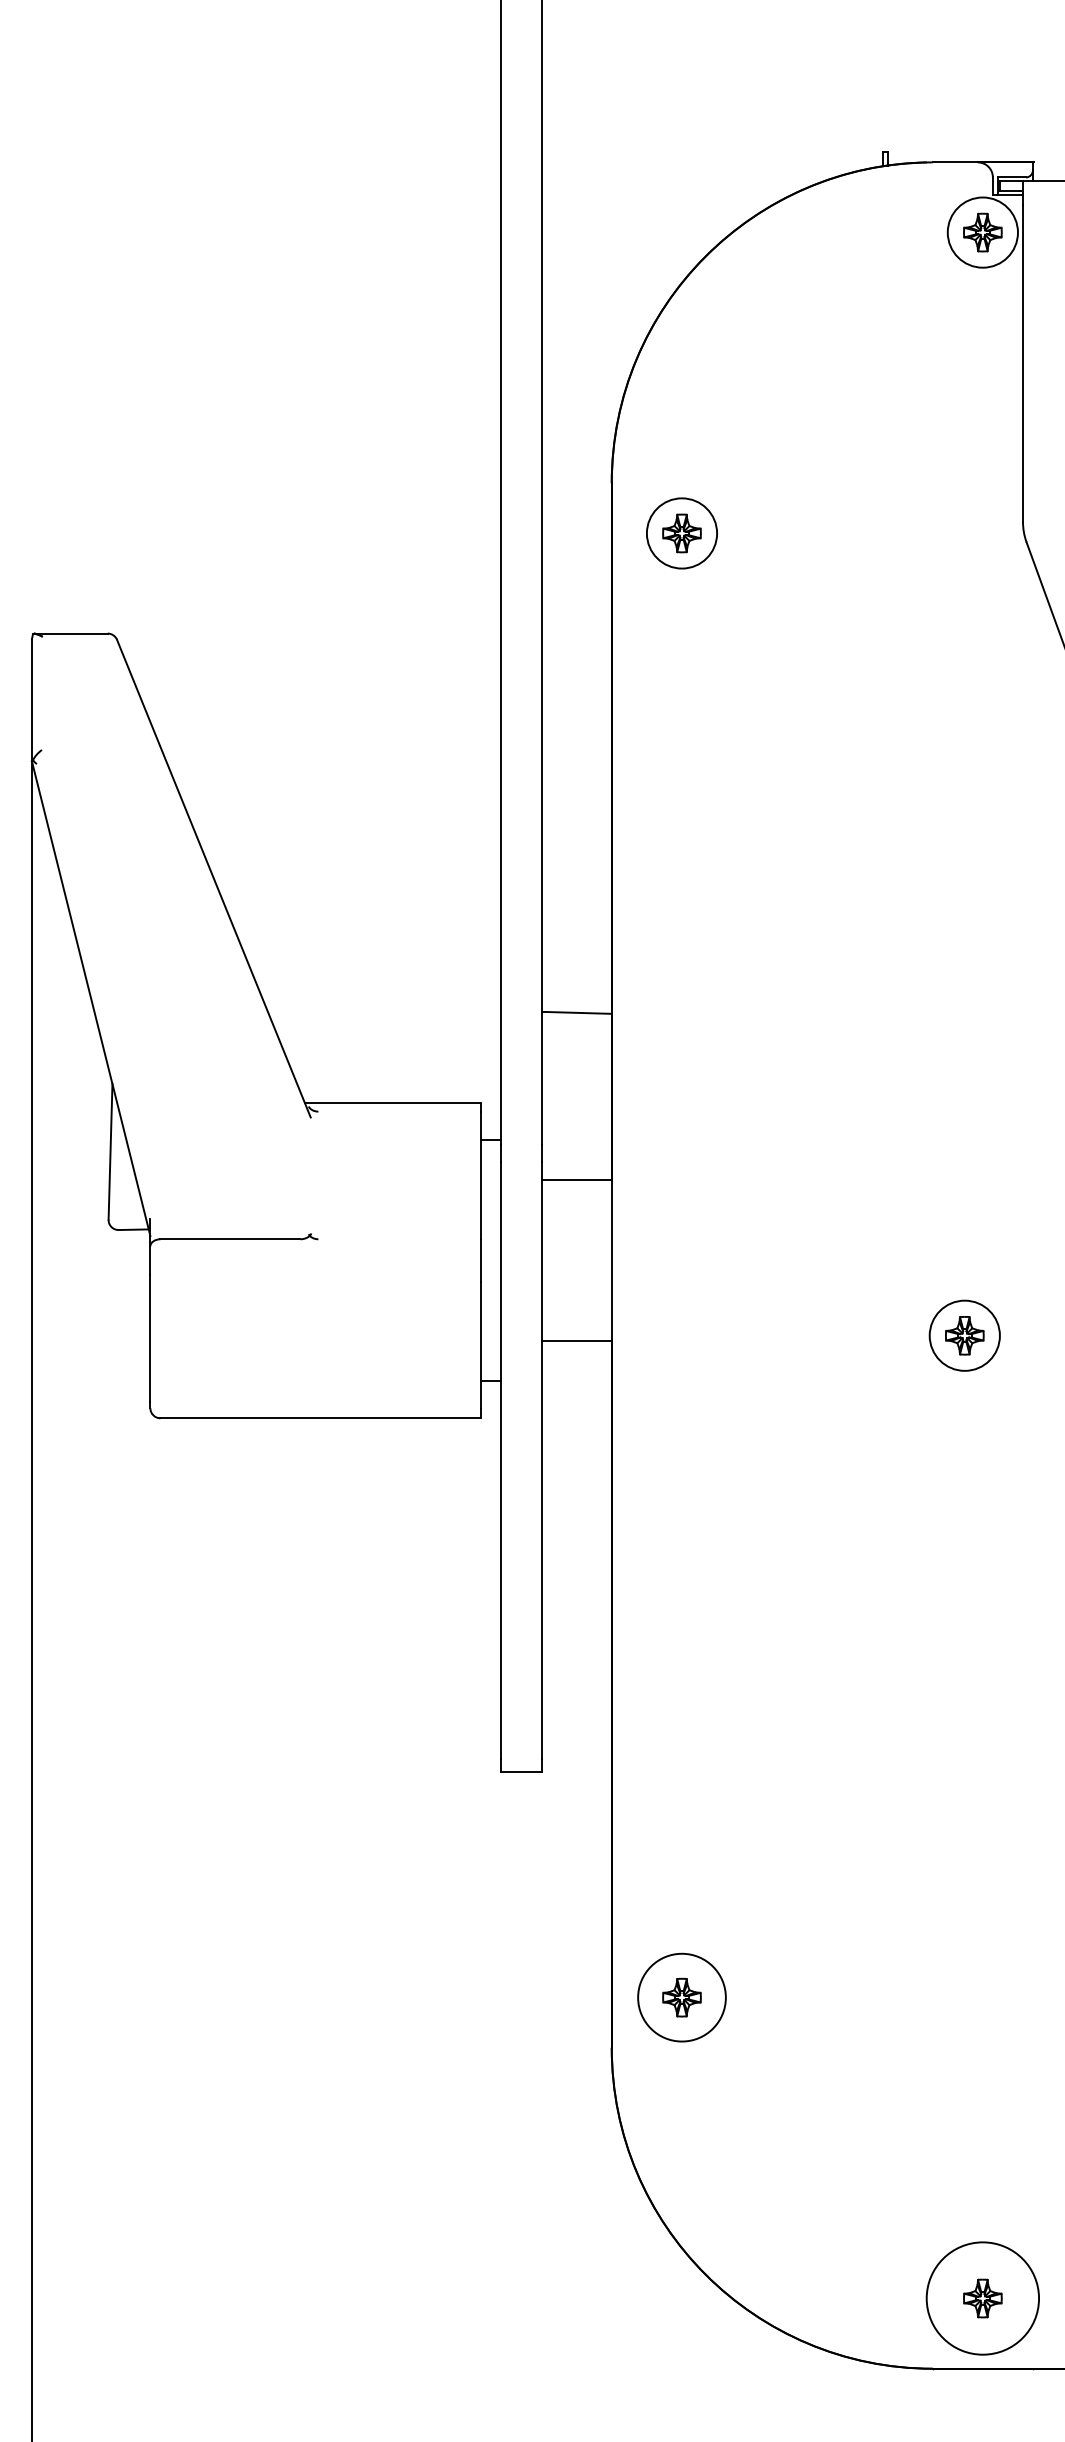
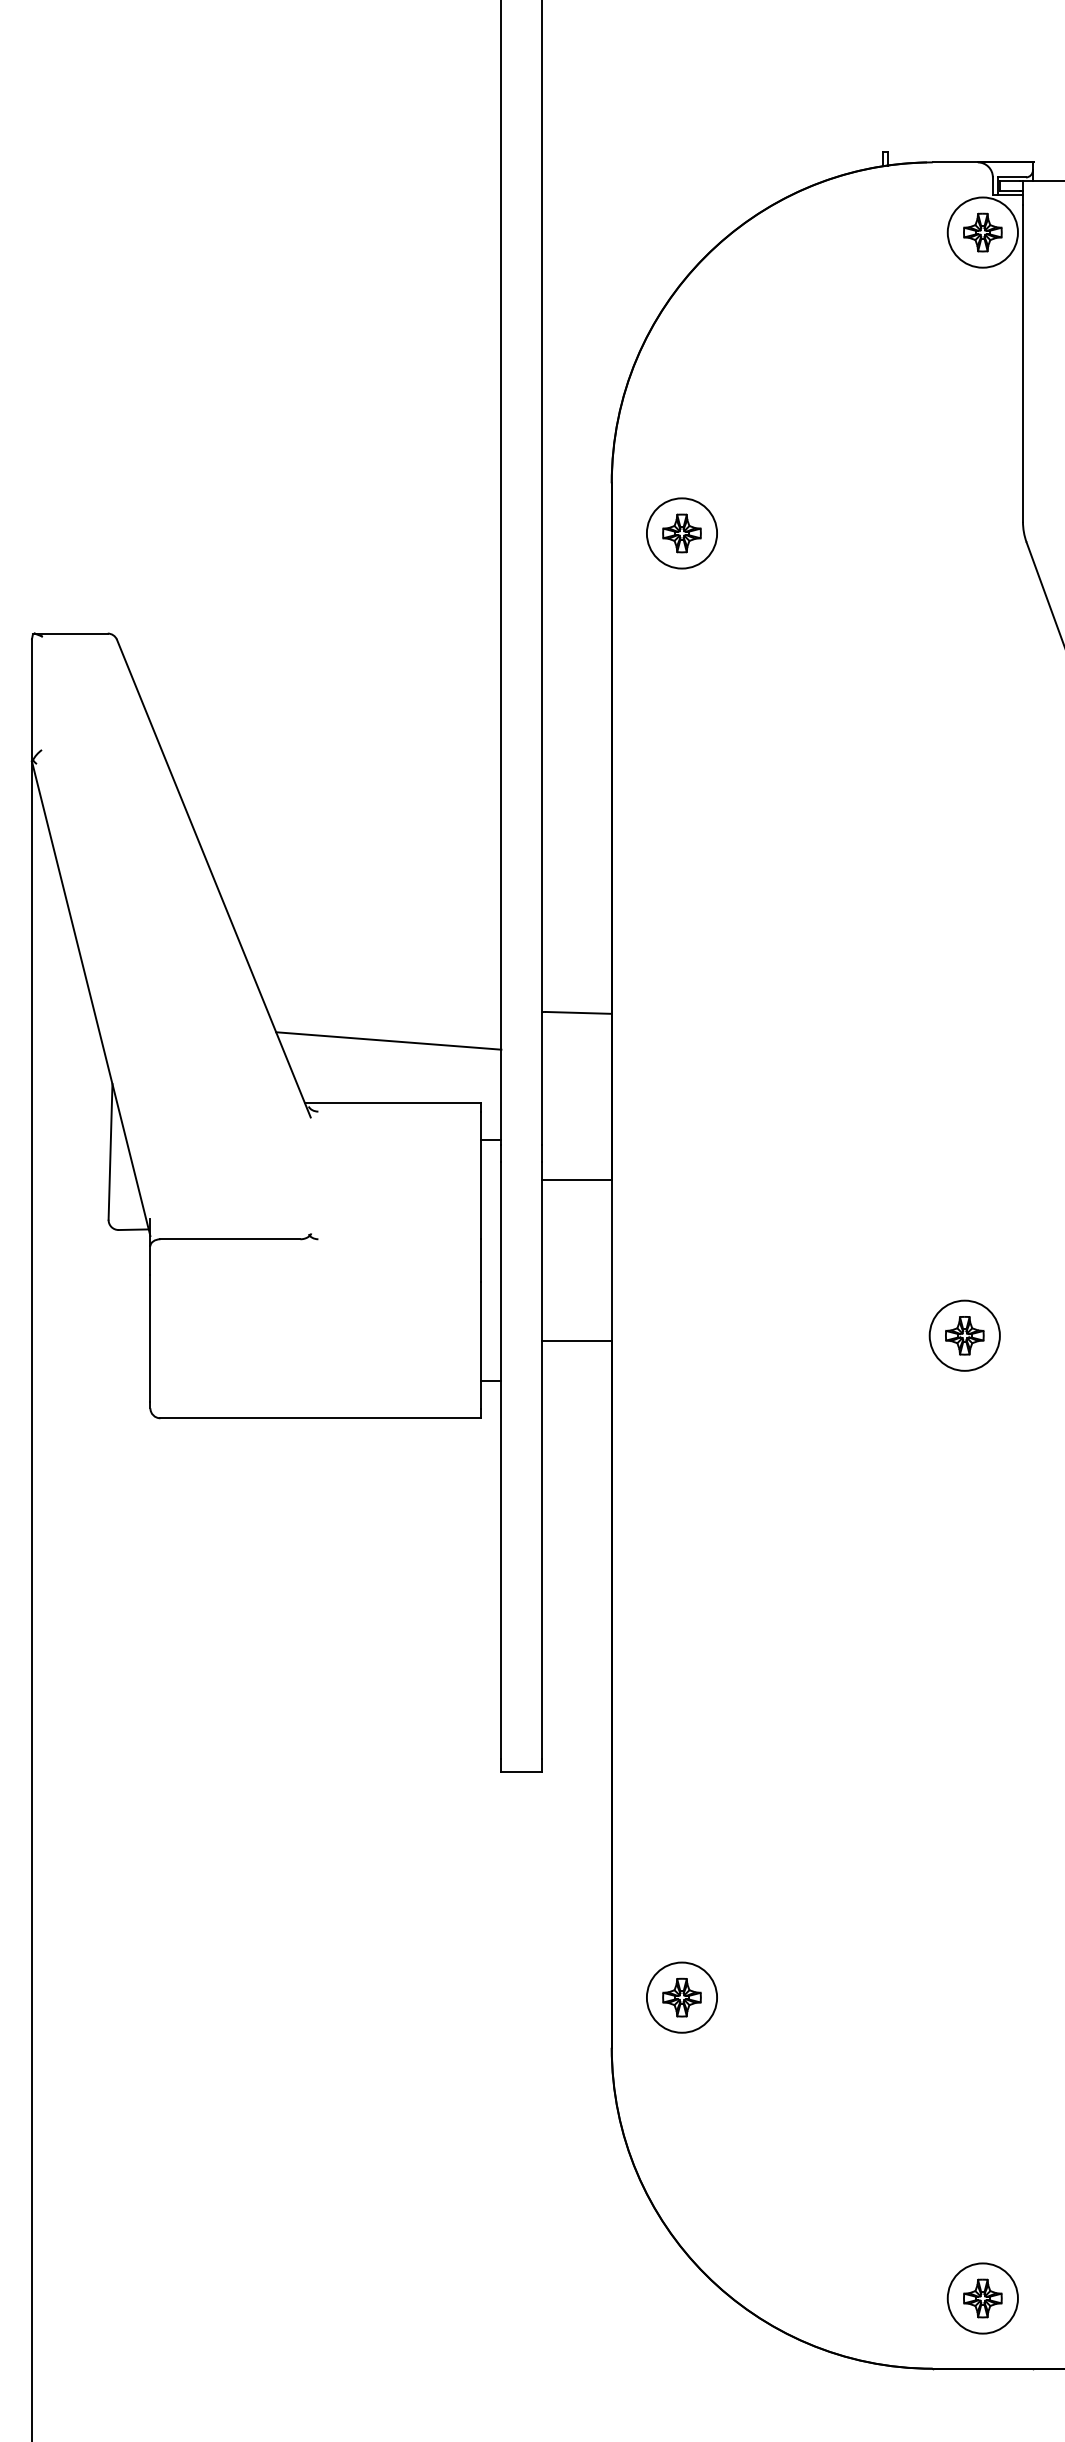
line at (388, 1040): none -> present
circle at (681, 1997) diameter: 88 px -> 70 px
circle at (982, 2298) diameter: 112 px -> 70 px
